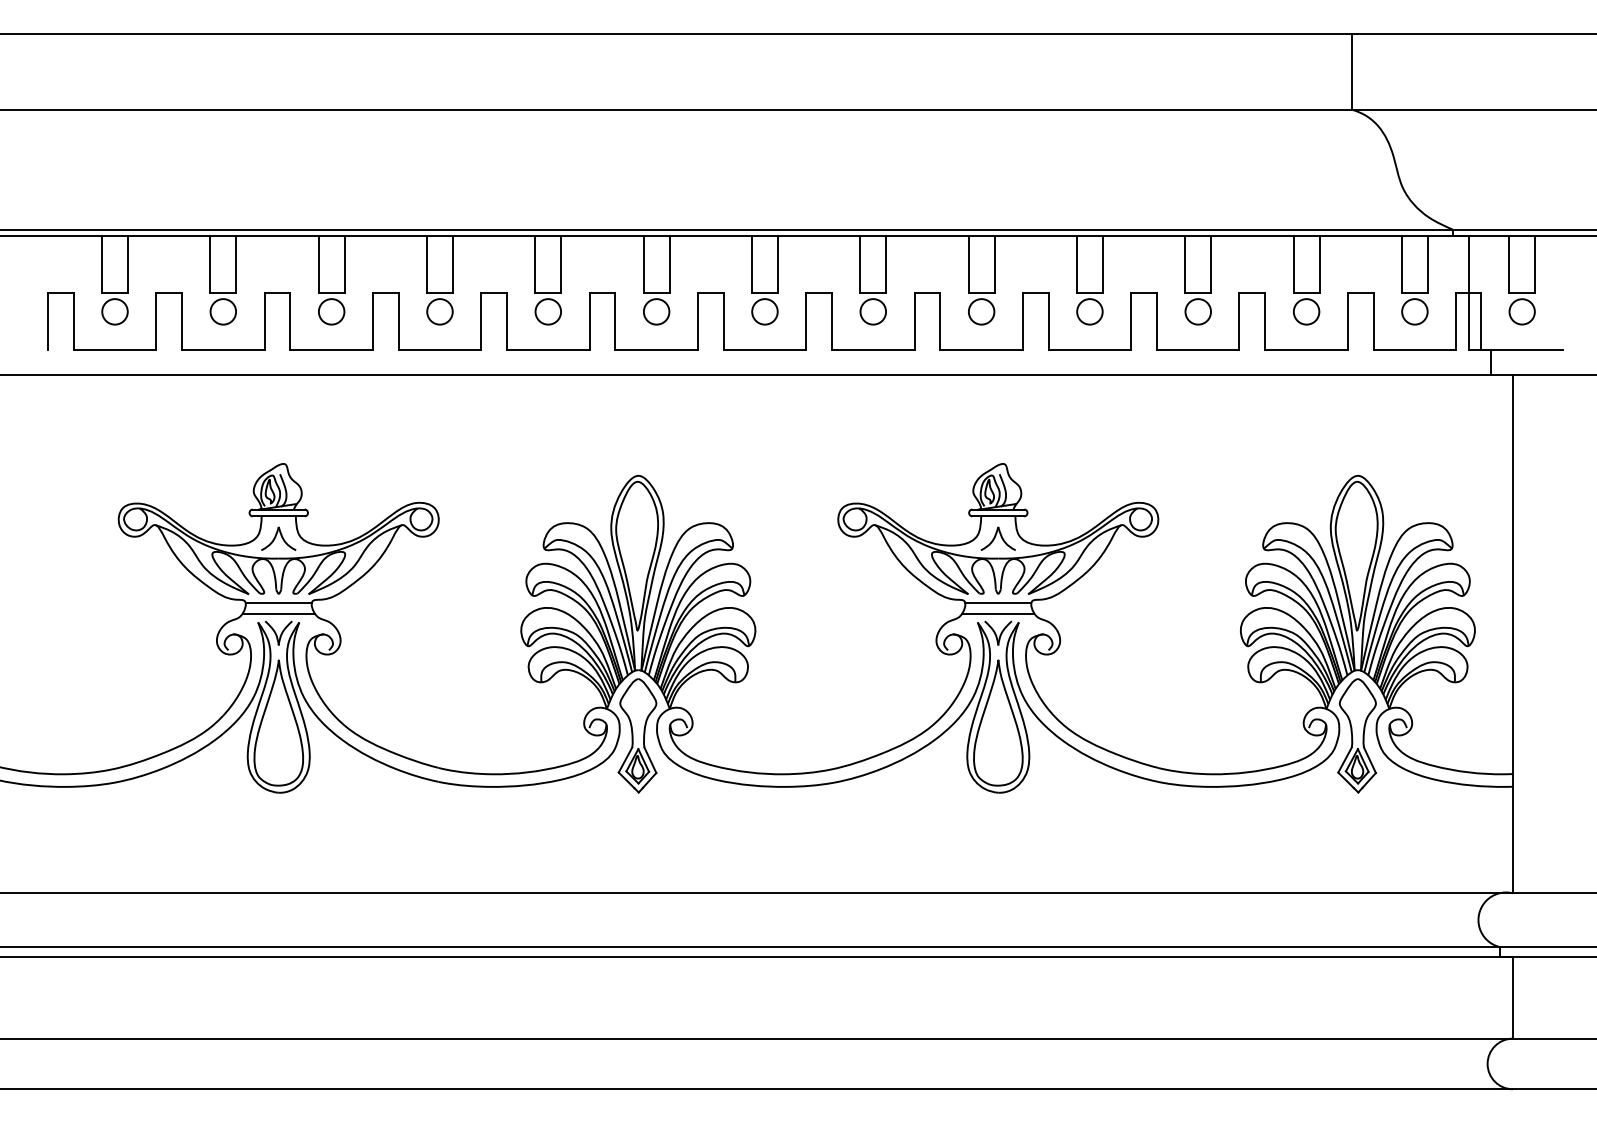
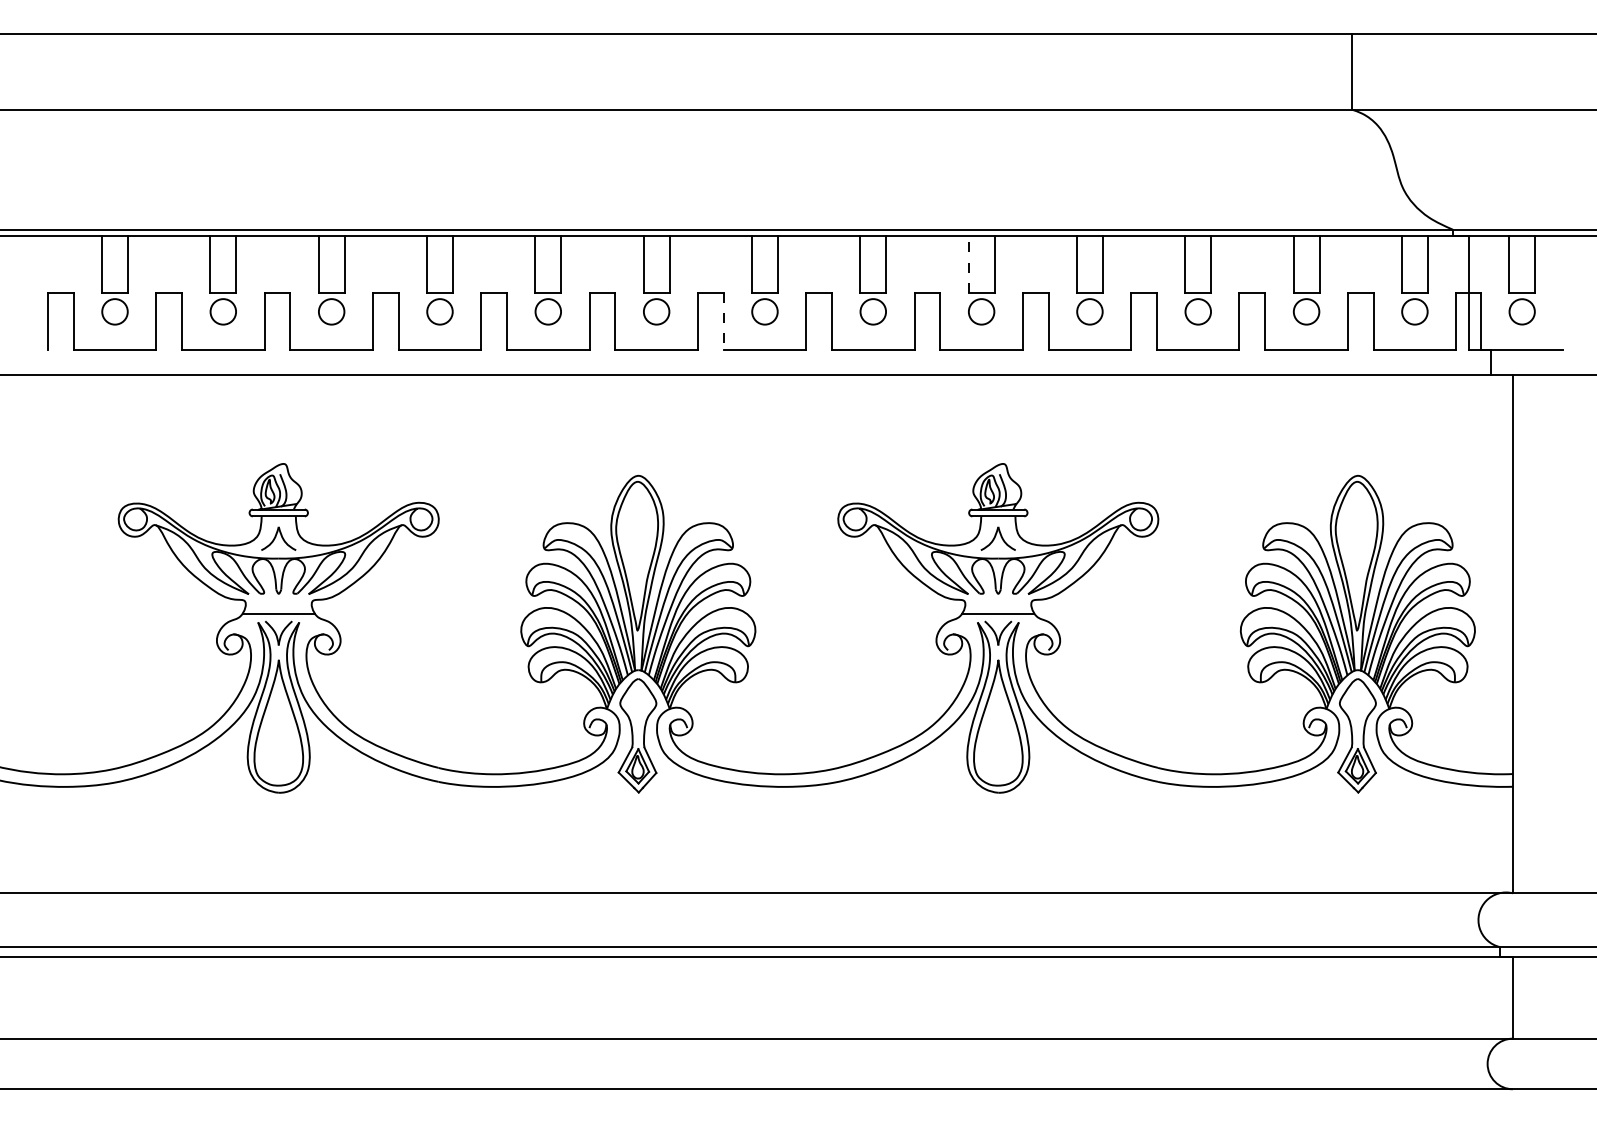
line at (968, 263): solid -> dashed
line at (723, 321): solid -> dashed
line at (278, 603): present -> none
line at (998, 603): present -> none
